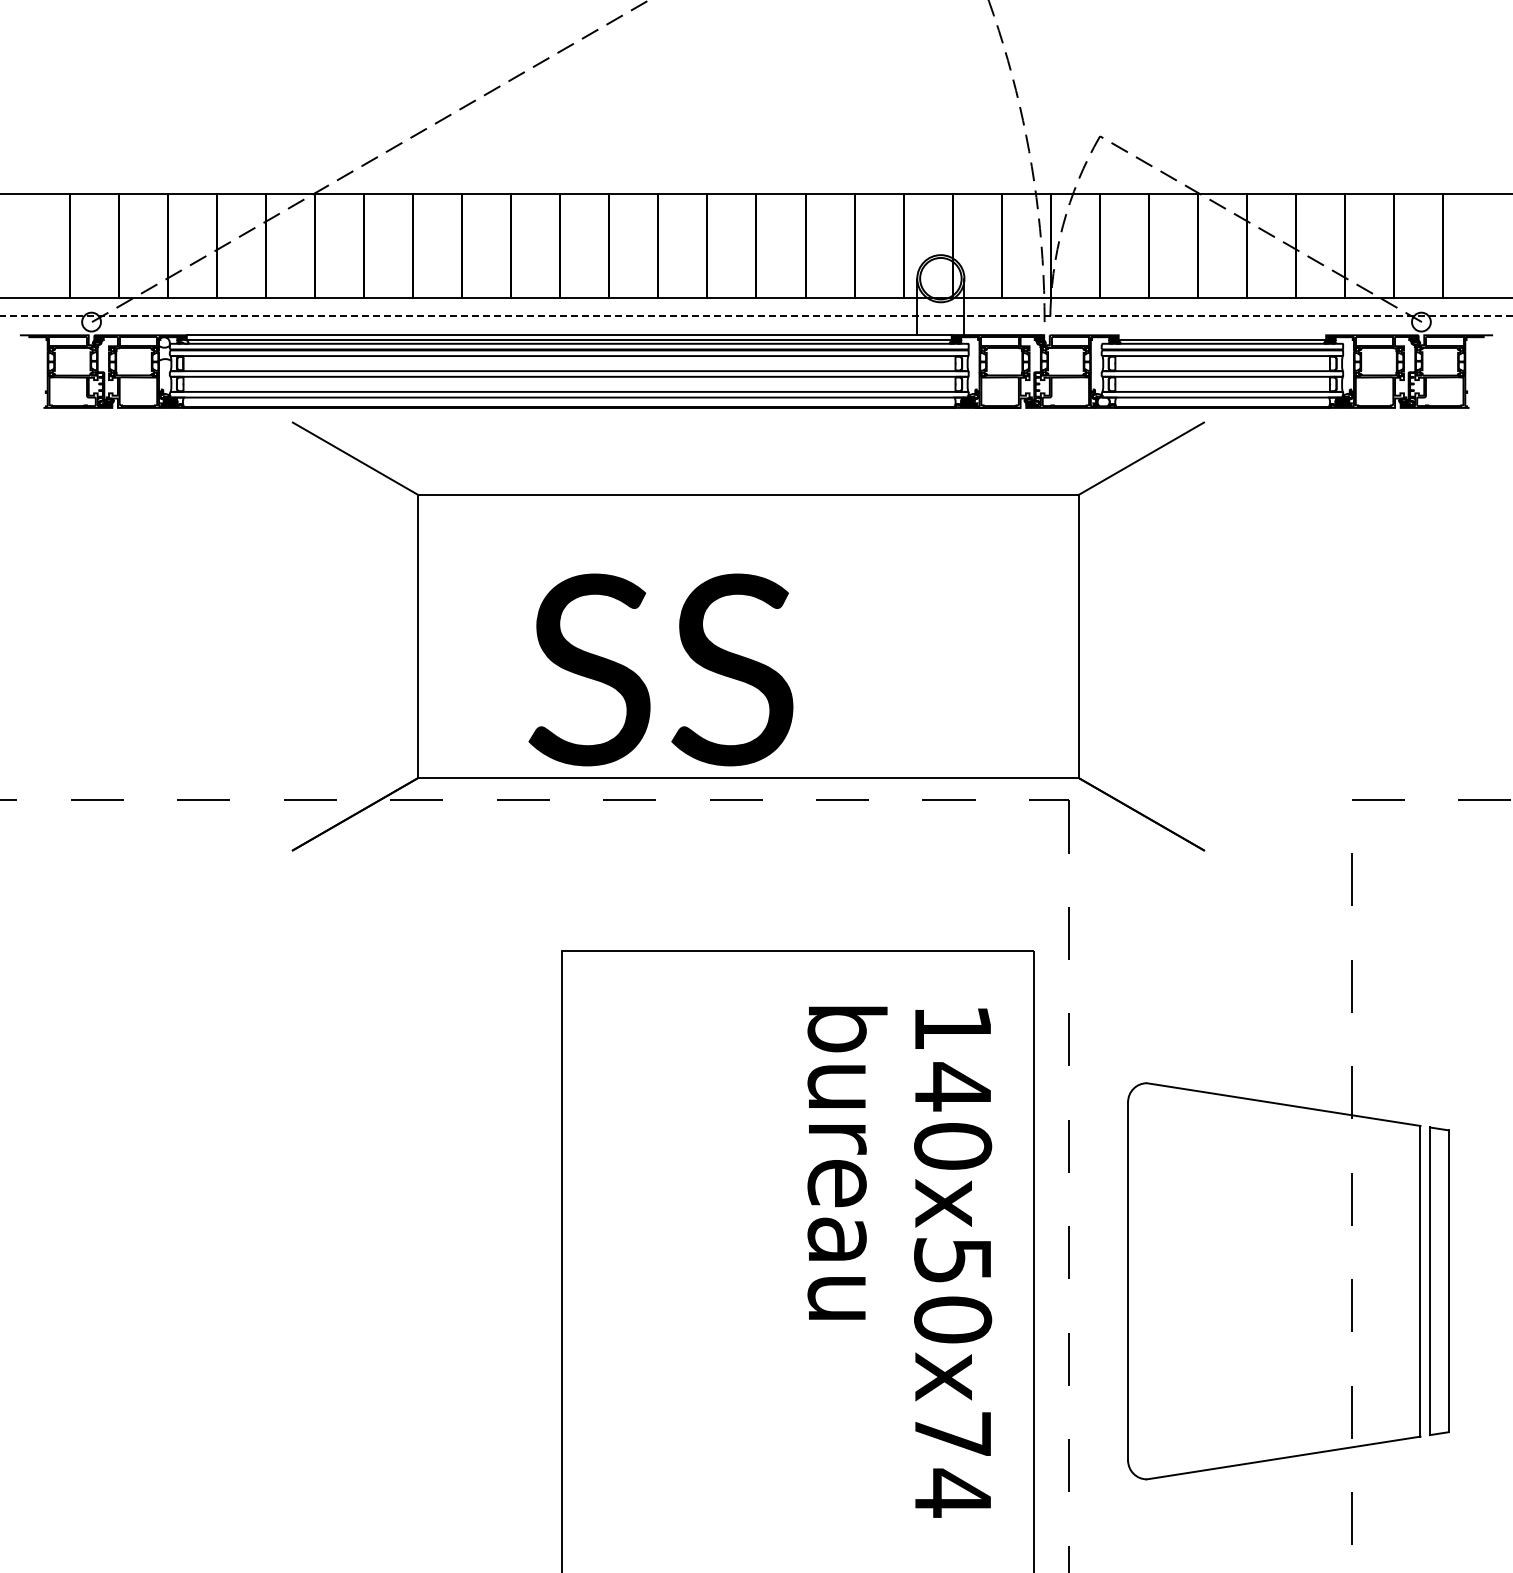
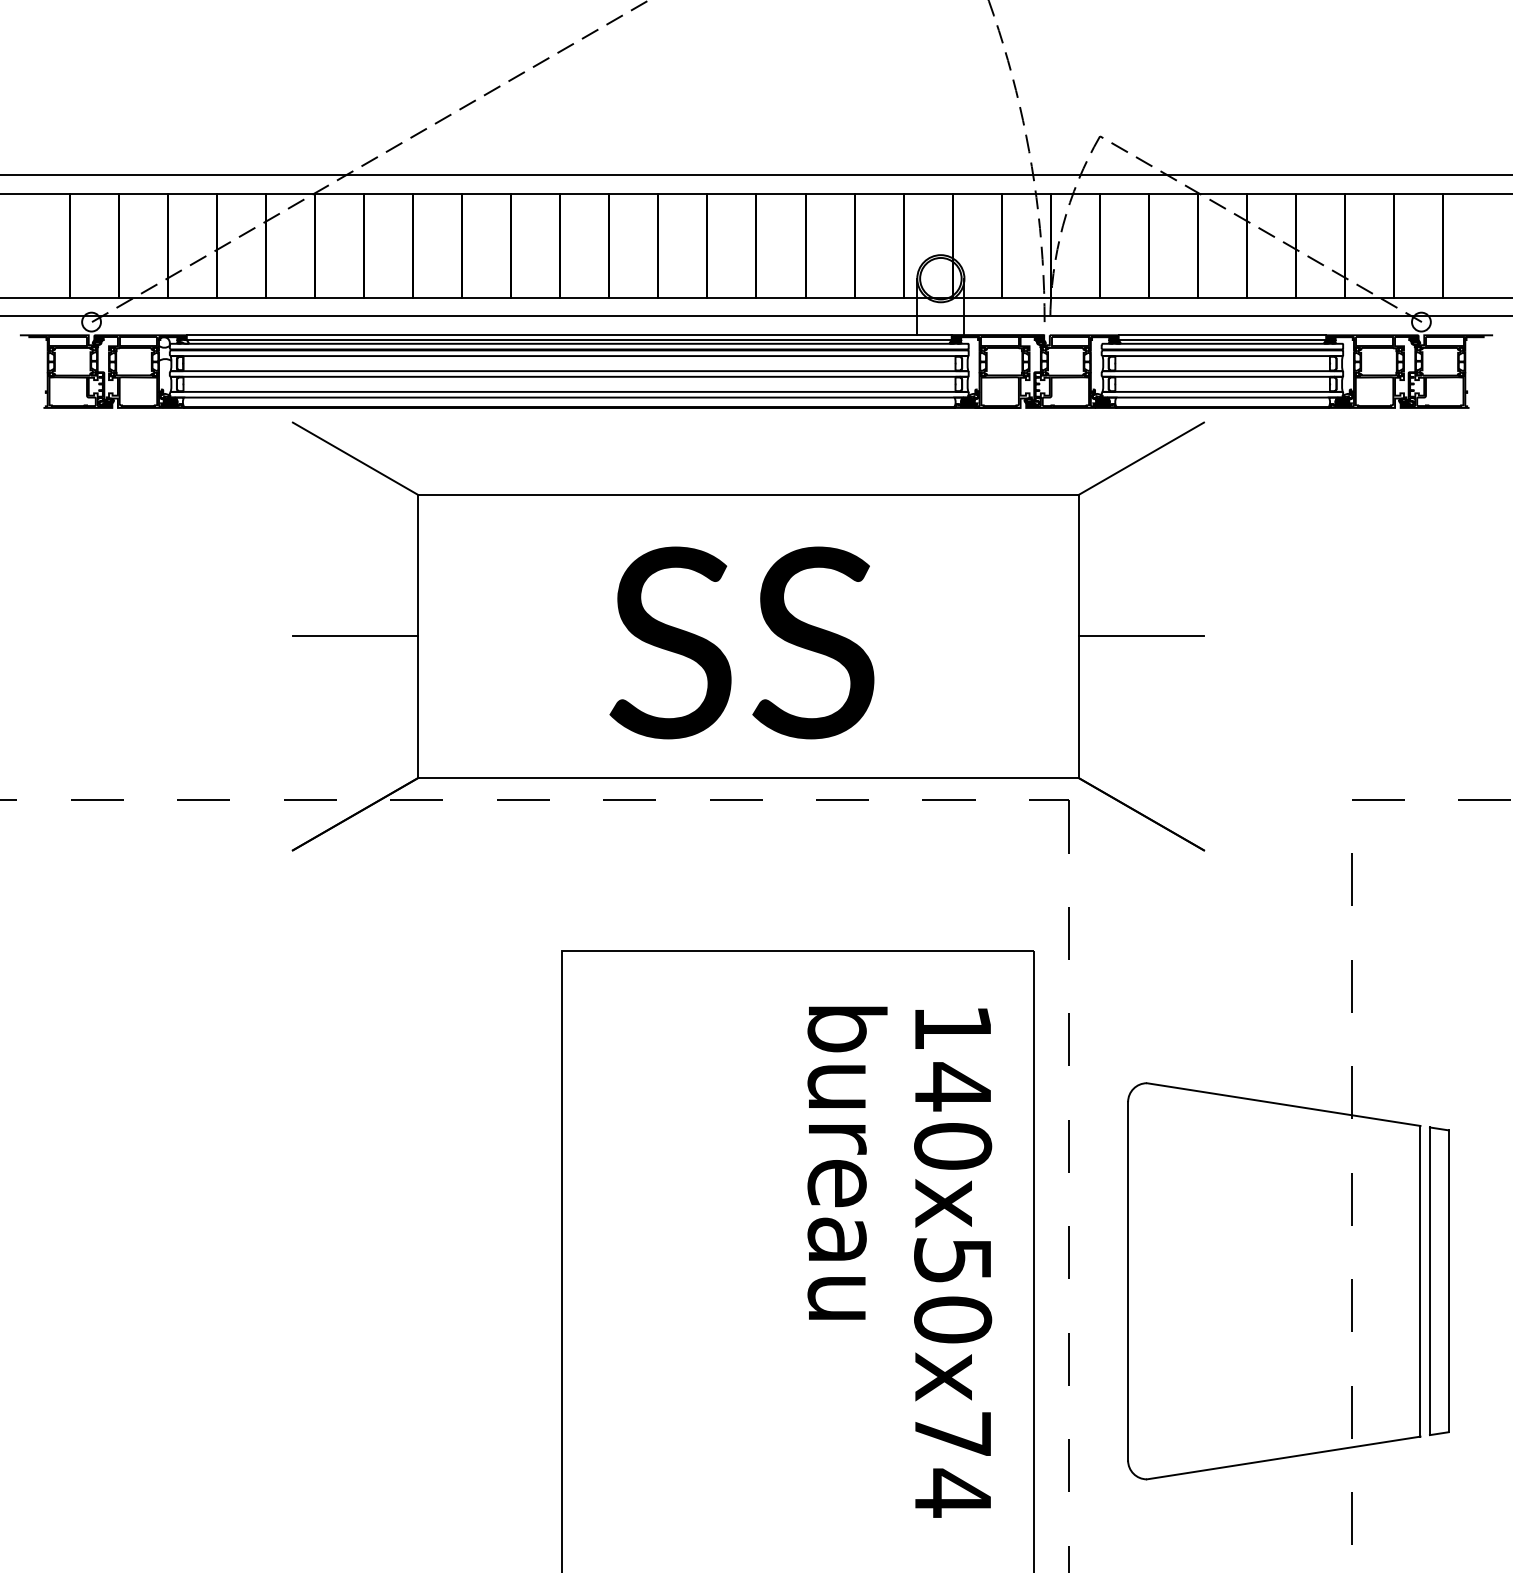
line at (755, 174): none -> present
line at (755, 316): dashed -> solid
line at (1222, 335): none -> present
fill at (1103, 401): none -> present
line at (355, 636): none -> present
line at (1140, 636): none -> present
text at (660, 669) position: (660, 669) -> (741, 642)
